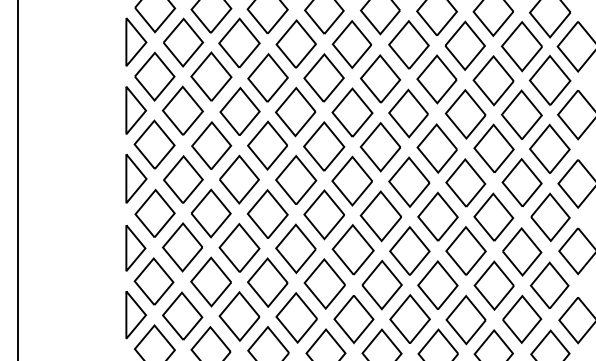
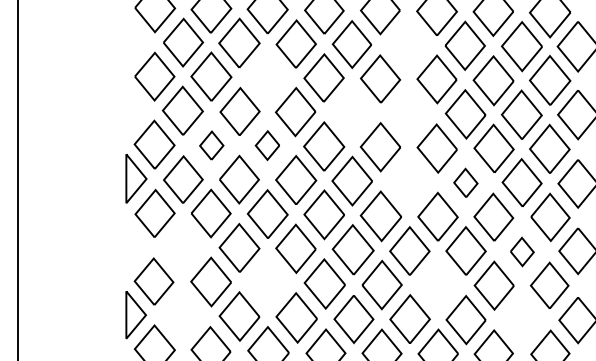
part at (136, 41): present -> none
part at (408, 44): present -> none
part at (267, 77): present -> none
part at (136, 110): present -> none
part at (352, 112): present -> none
part at (408, 113): present -> none
part at (211, 145) size: 42x49 px -> 26x31 px
part at (267, 145) size: 41x51 px -> 26x32 px
part at (409, 181): present -> none
part at (465, 182) size: 42x50 px -> 26x31 px
part at (182, 247): present -> none
part at (135, 248): present -> none
part at (522, 251) size: 41x50 px -> 25x32 px
part at (267, 282): present -> none
part at (437, 284): present -> none
part at (182, 315): present -> none
part at (522, 318): present -> none
